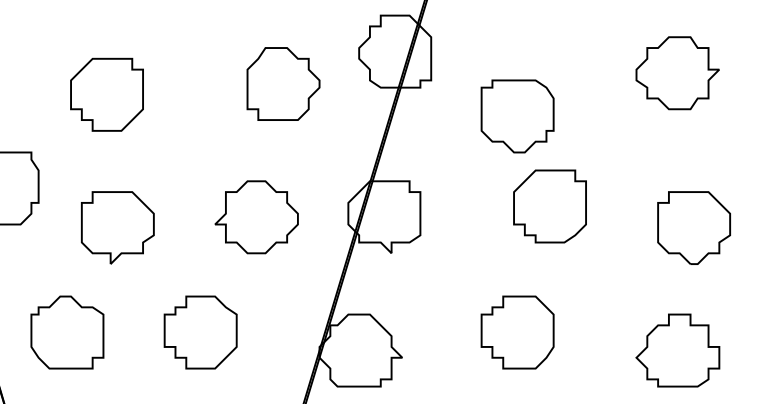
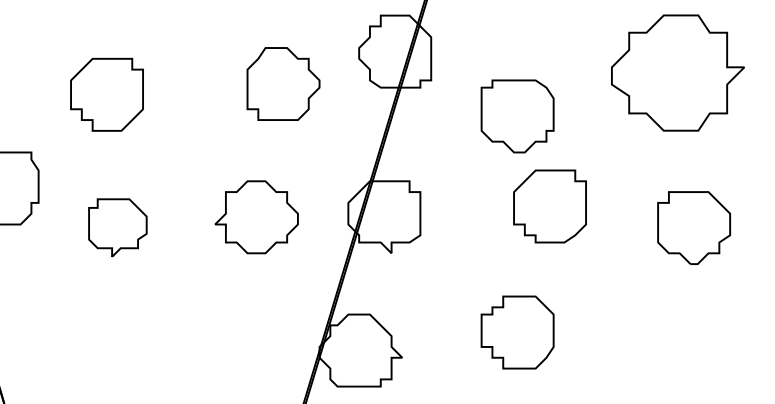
part at (677, 73) size: 85x75 px -> 134x118 px
part at (117, 227) size: 74x74 px -> 60x60 px
part at (67, 332): present -> none
part at (200, 332): present -> none
part at (677, 350): present -> none
